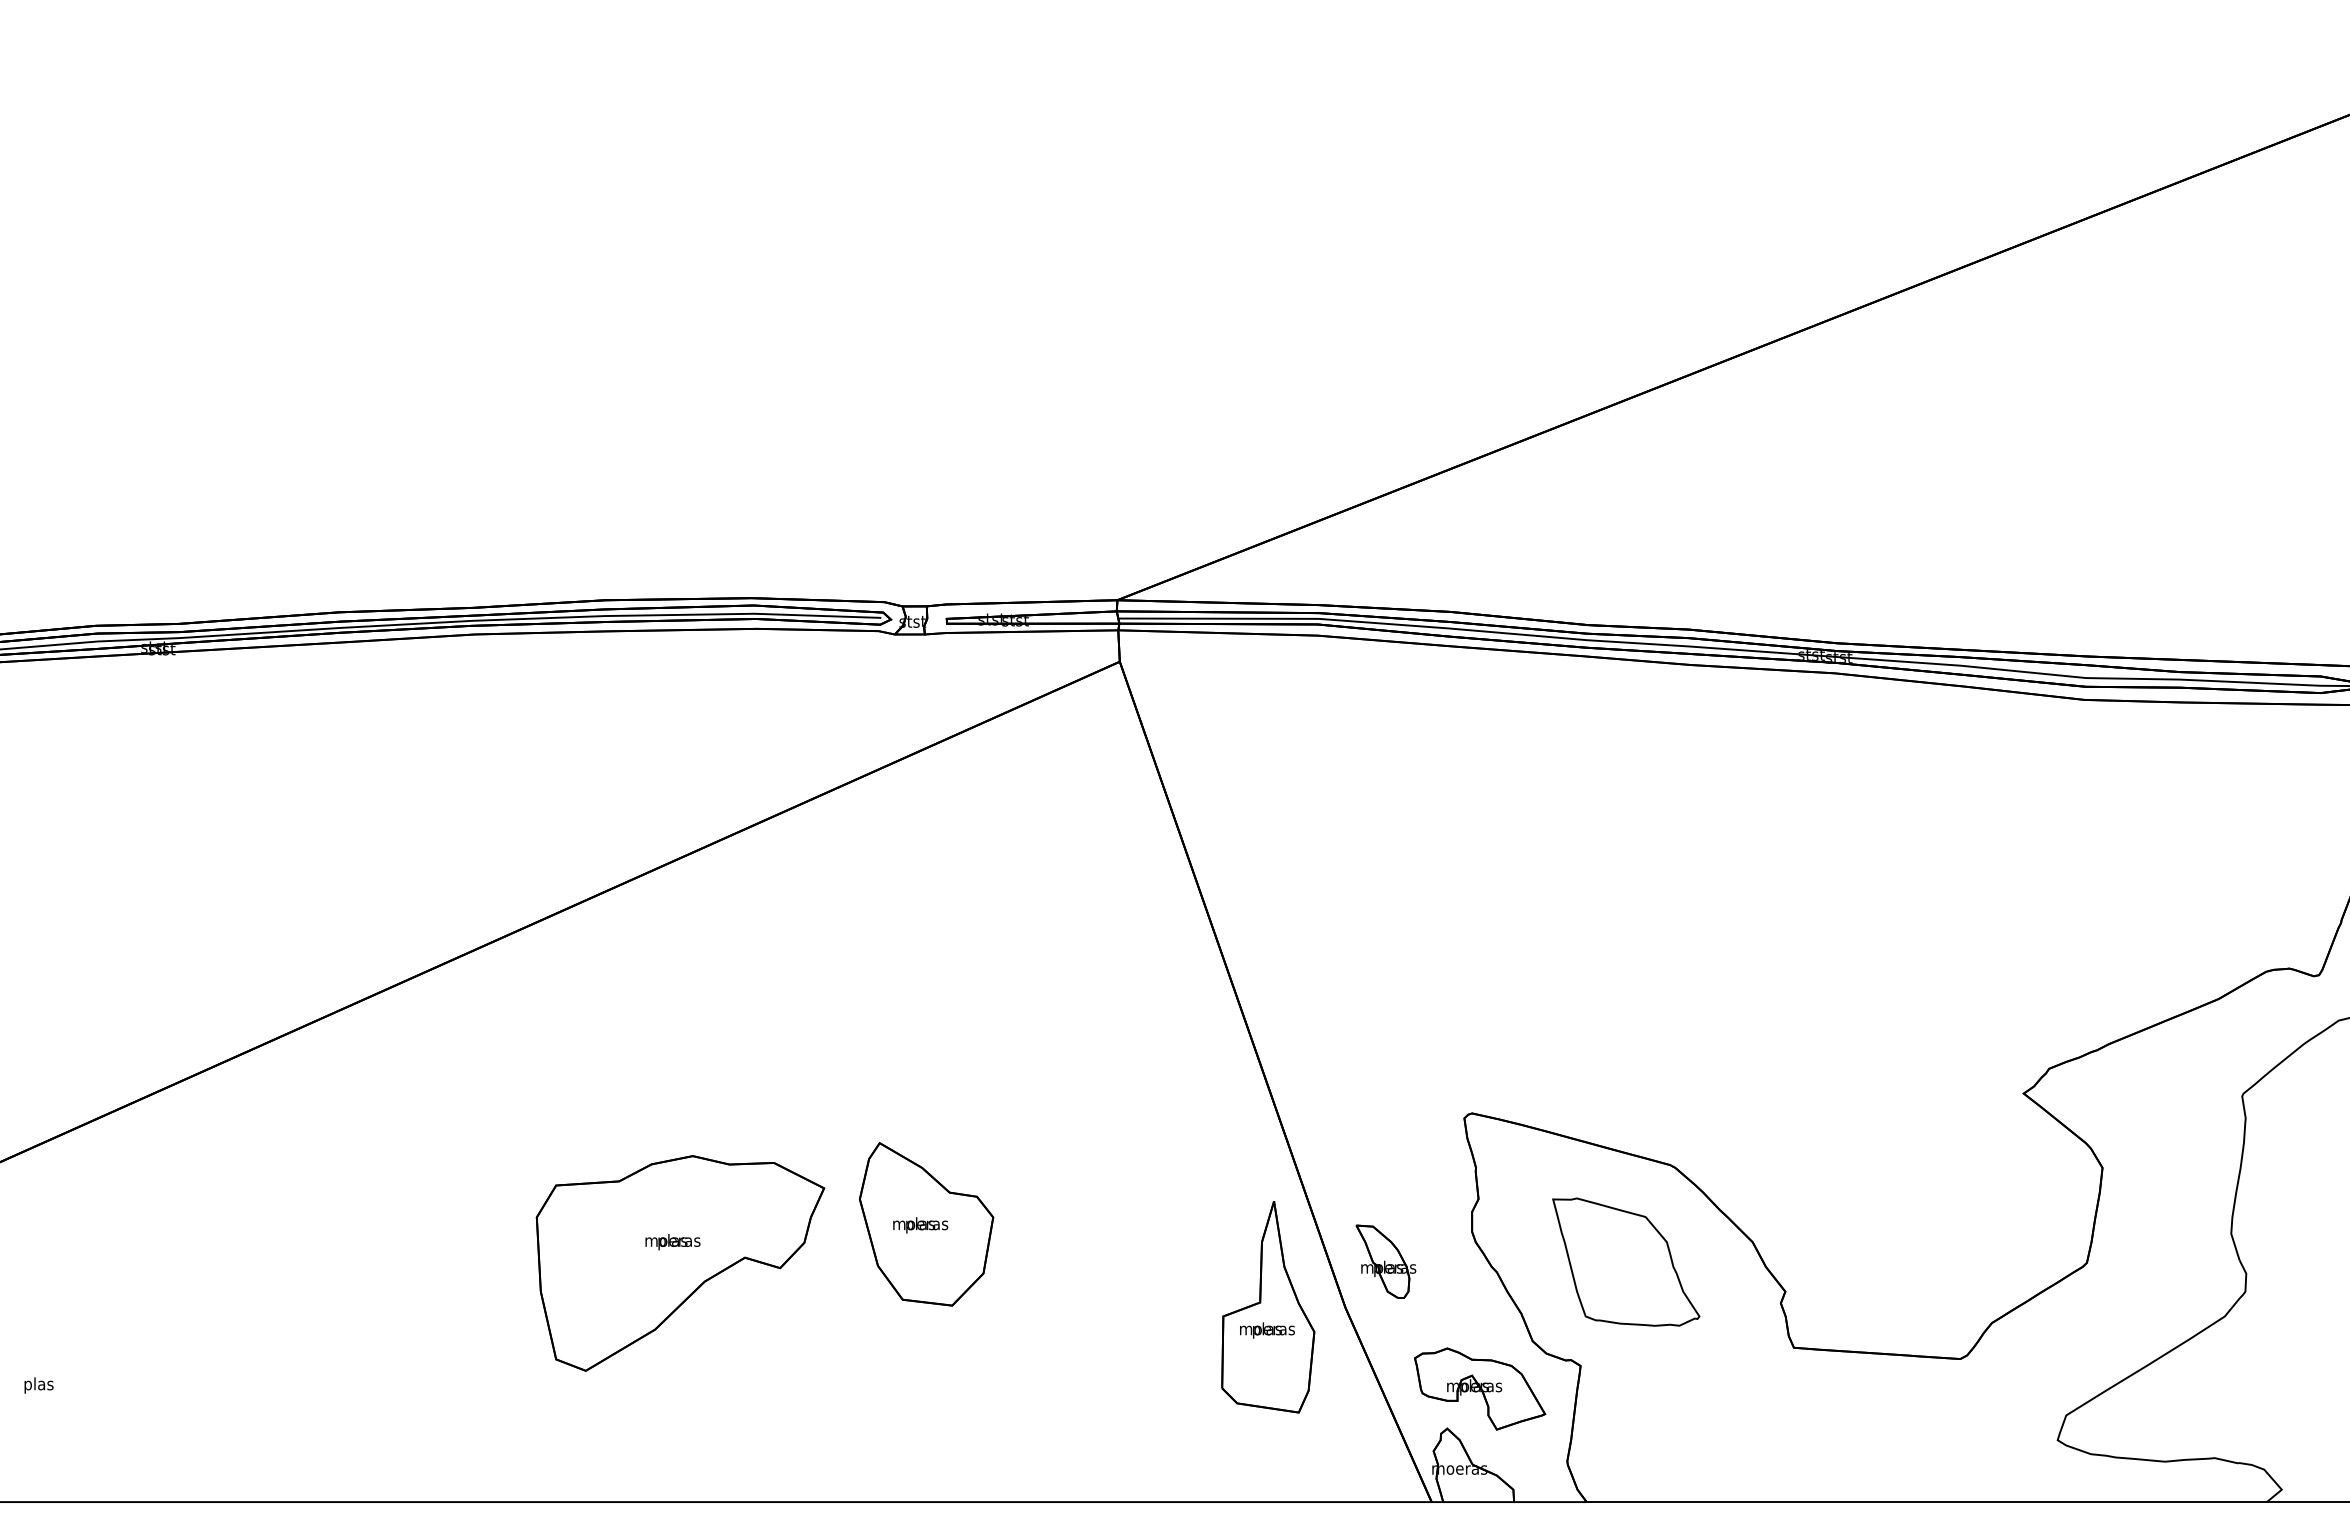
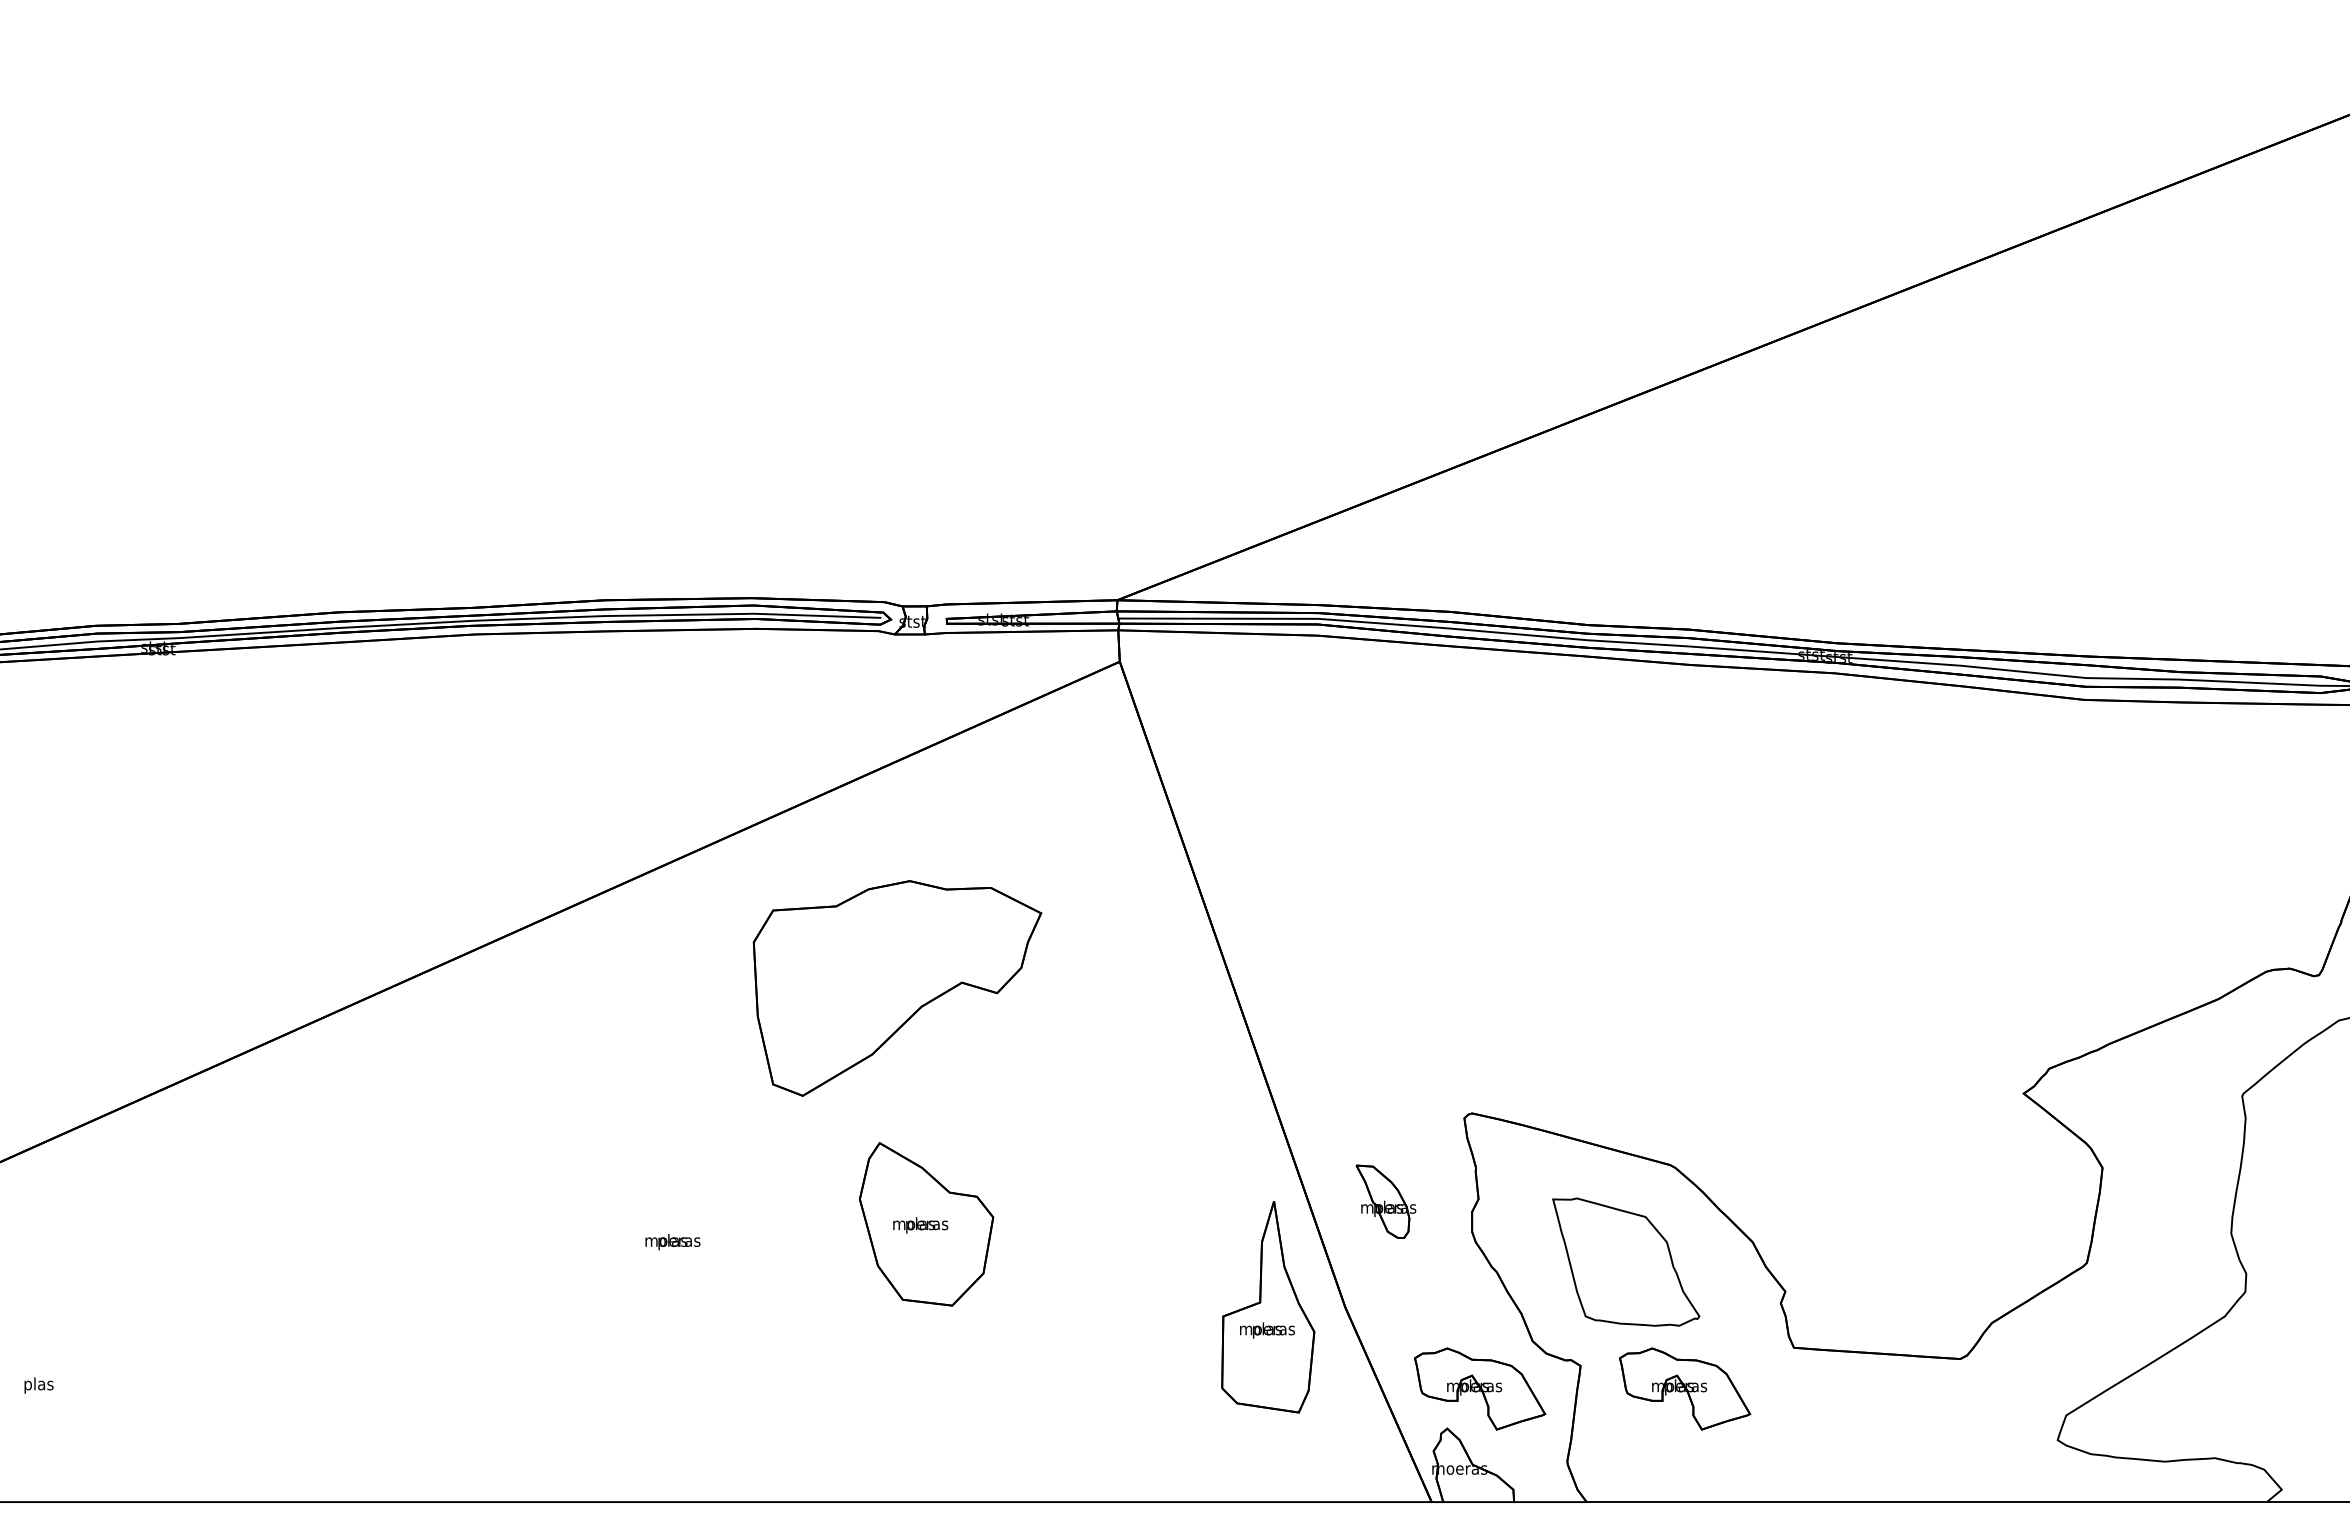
part at (1385, 1261) position: (1385, 1261) -> (1385, 1201)
part at (680, 1263) position: (680, 1263) -> (897, 988)
part at (1685, 1388): none -> present
